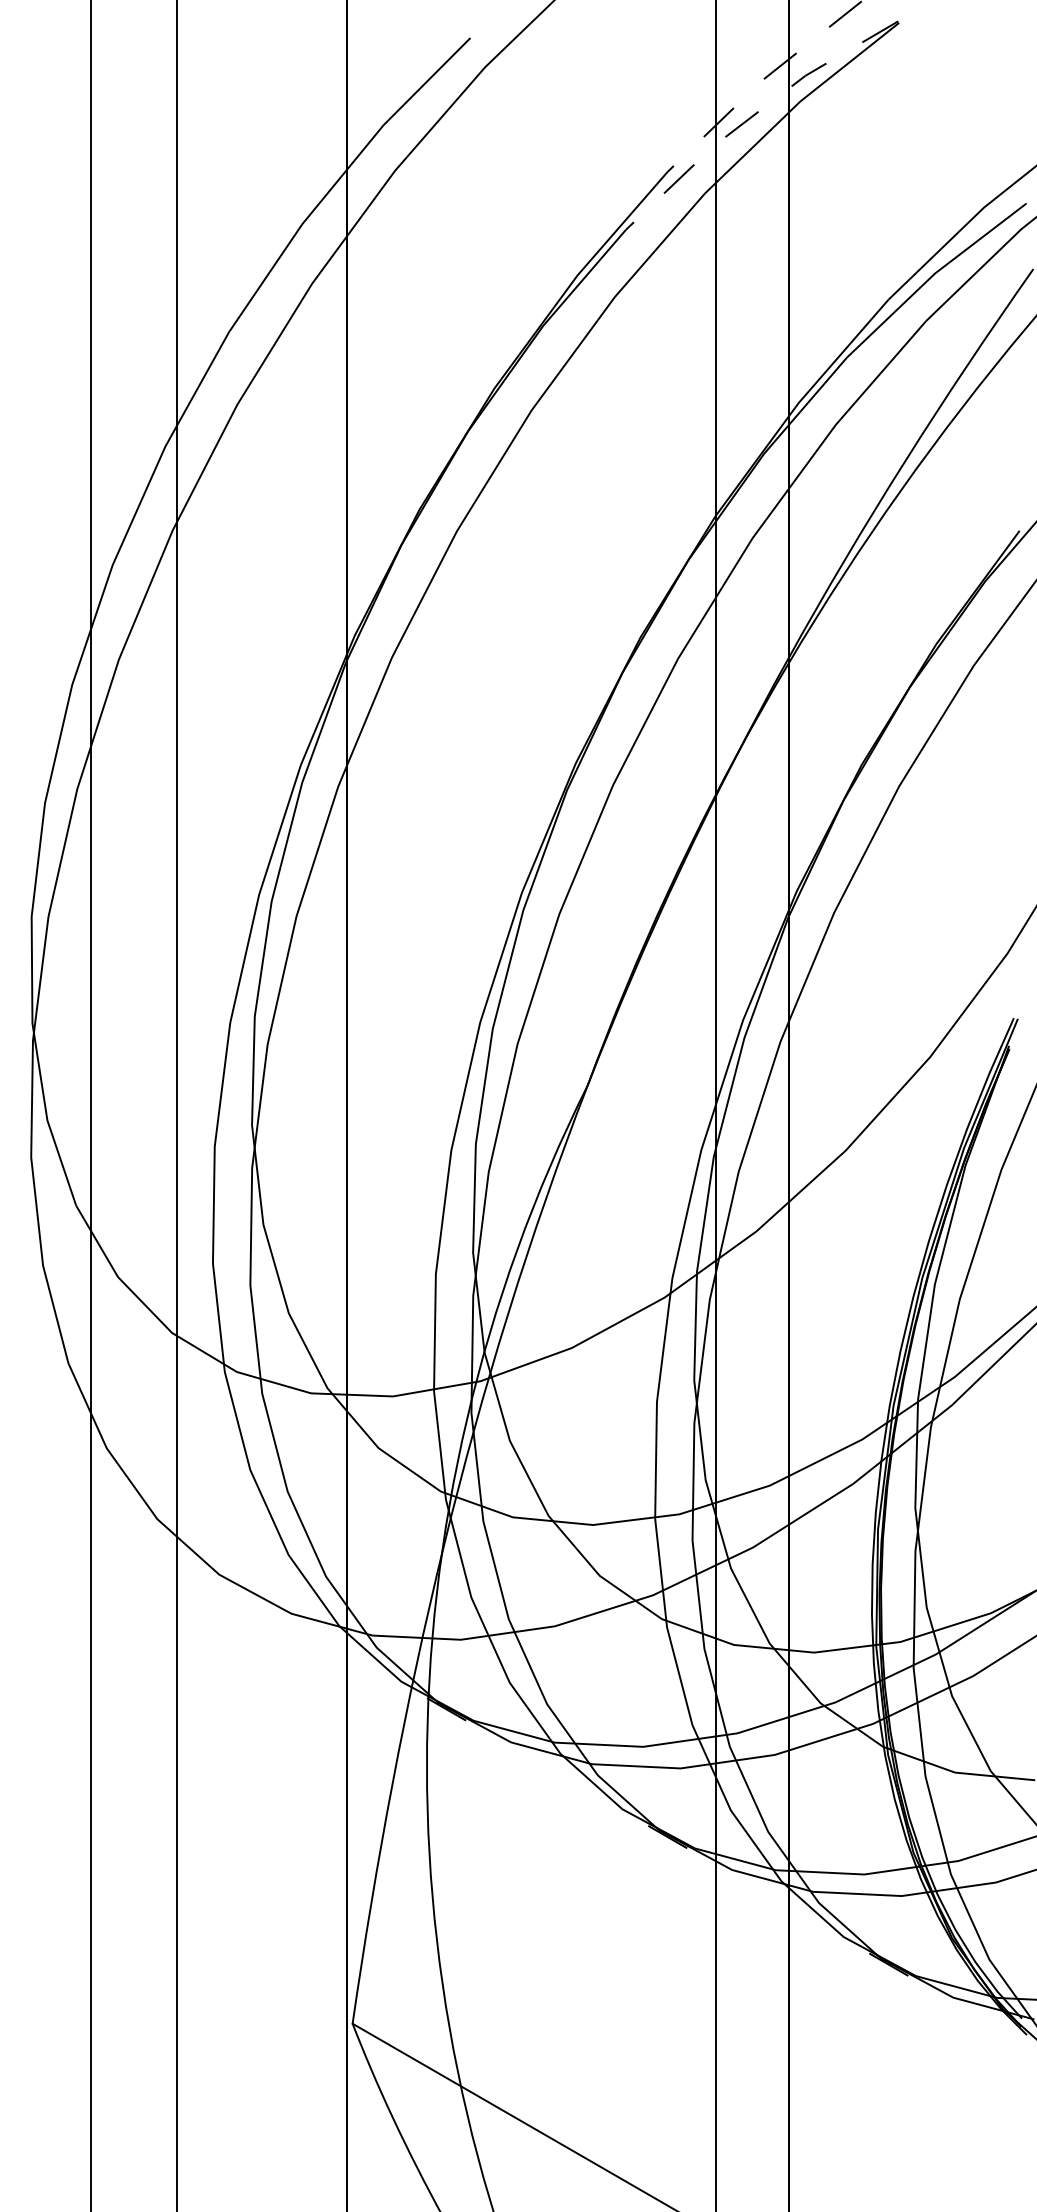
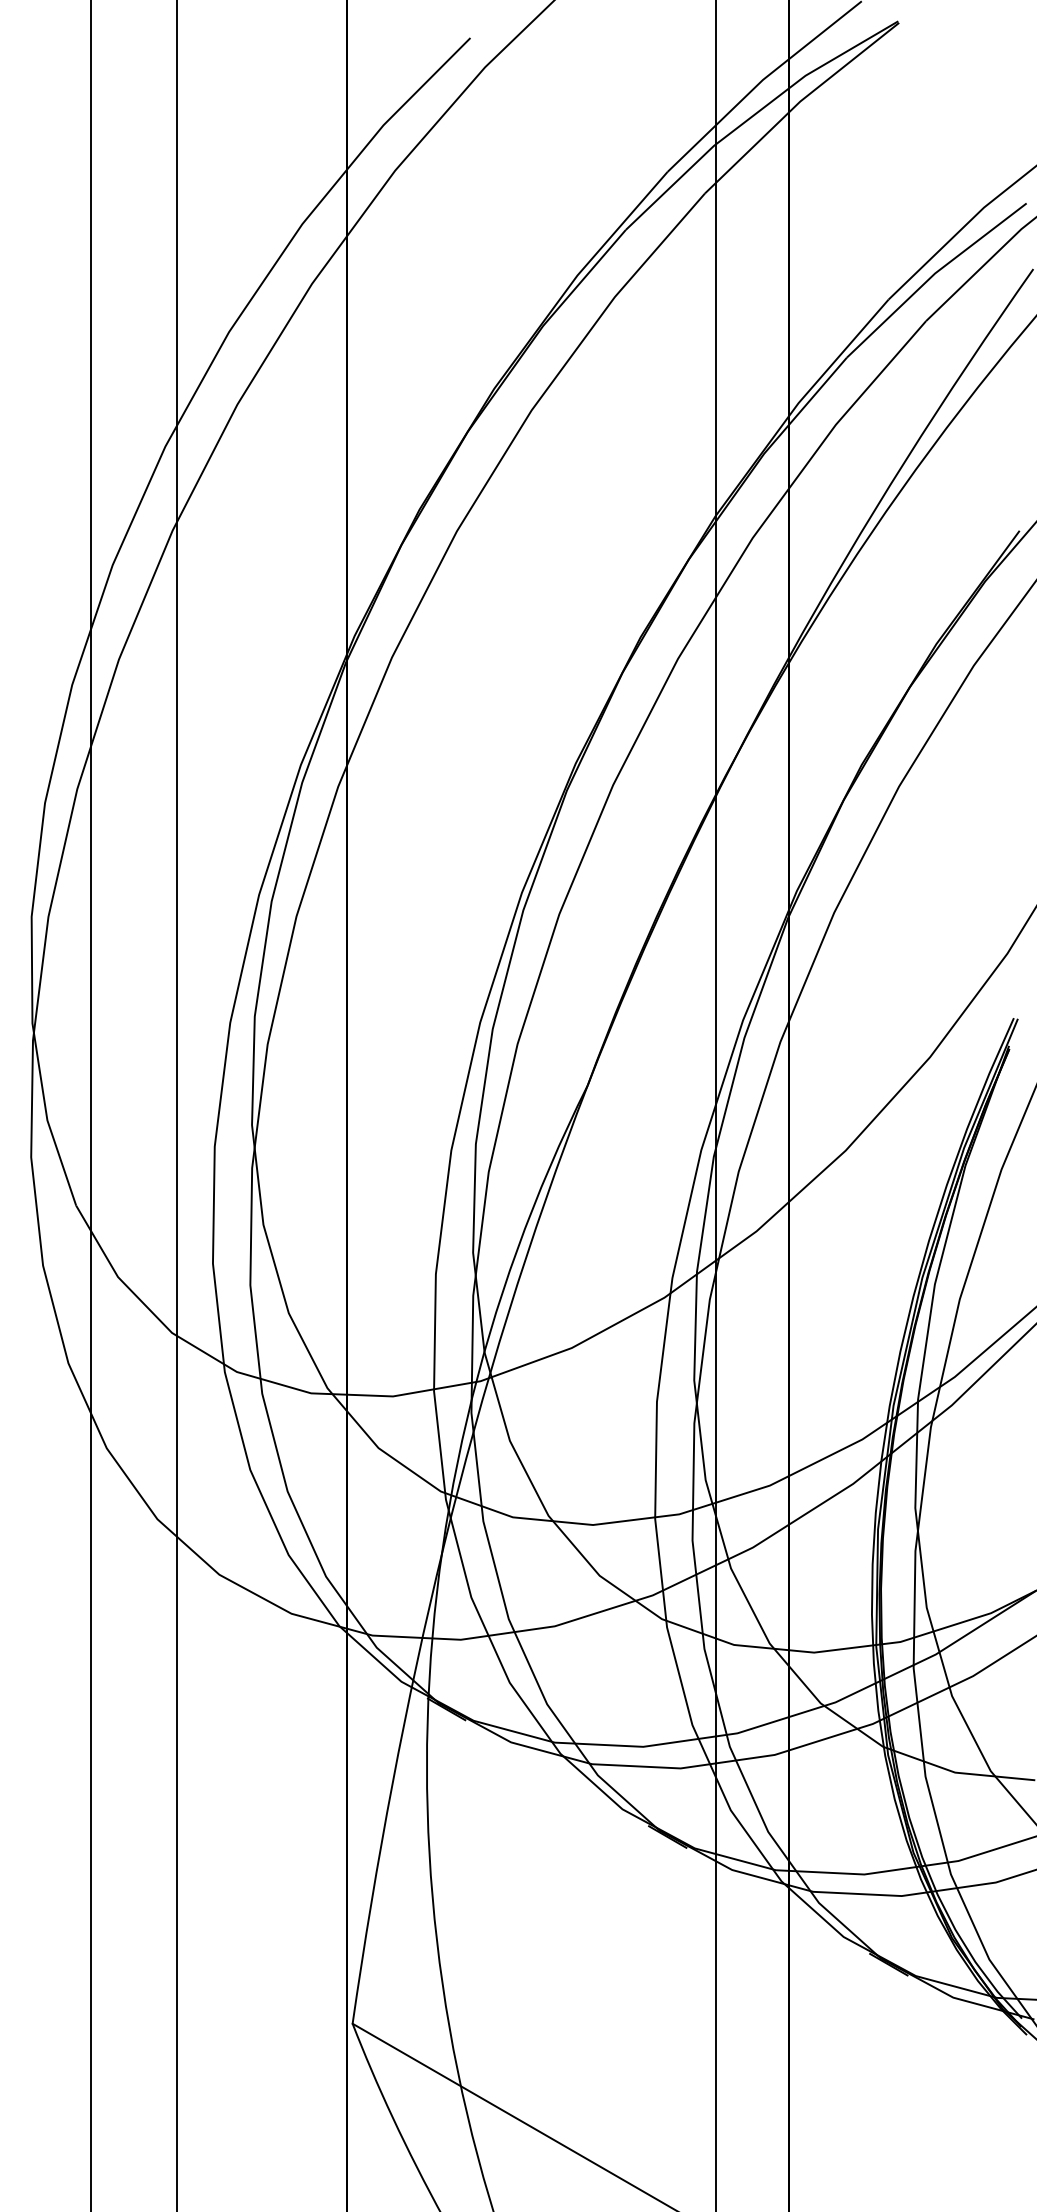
line at (760, 82): dashed -> solid
line at (754, 115): dashed -> solid
